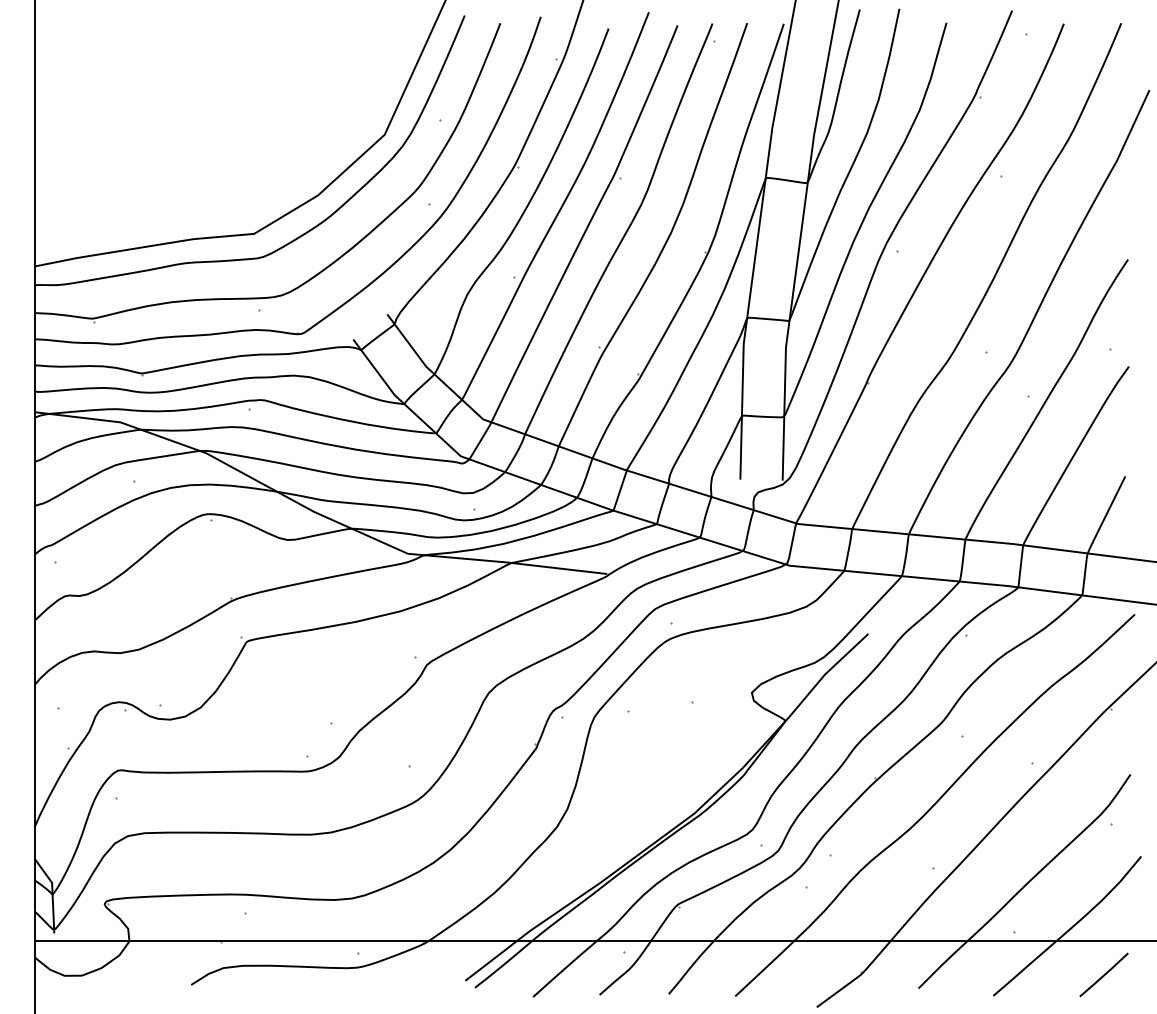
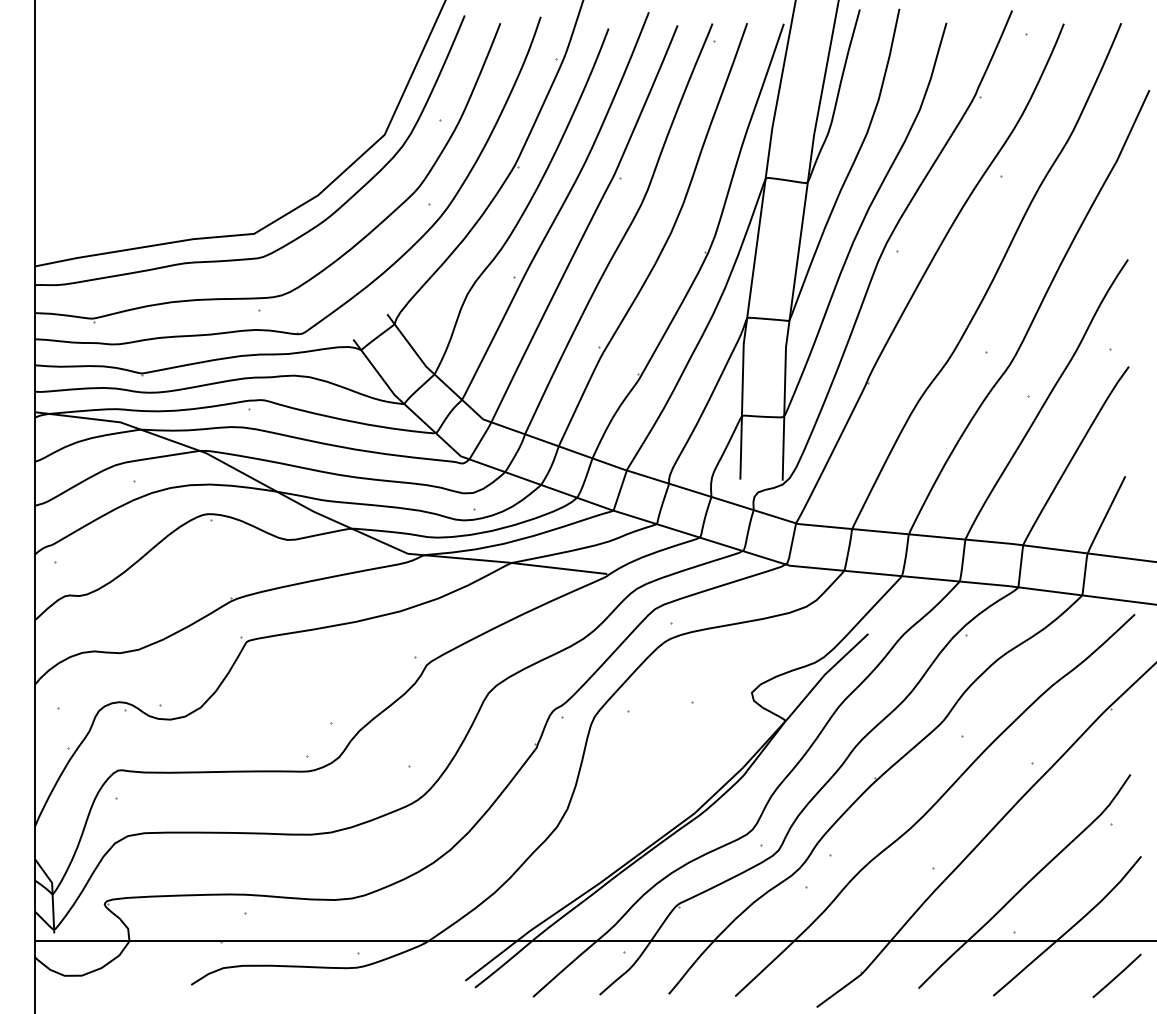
line at (1103, 974) position: (1103, 974) -> (1116, 975)
